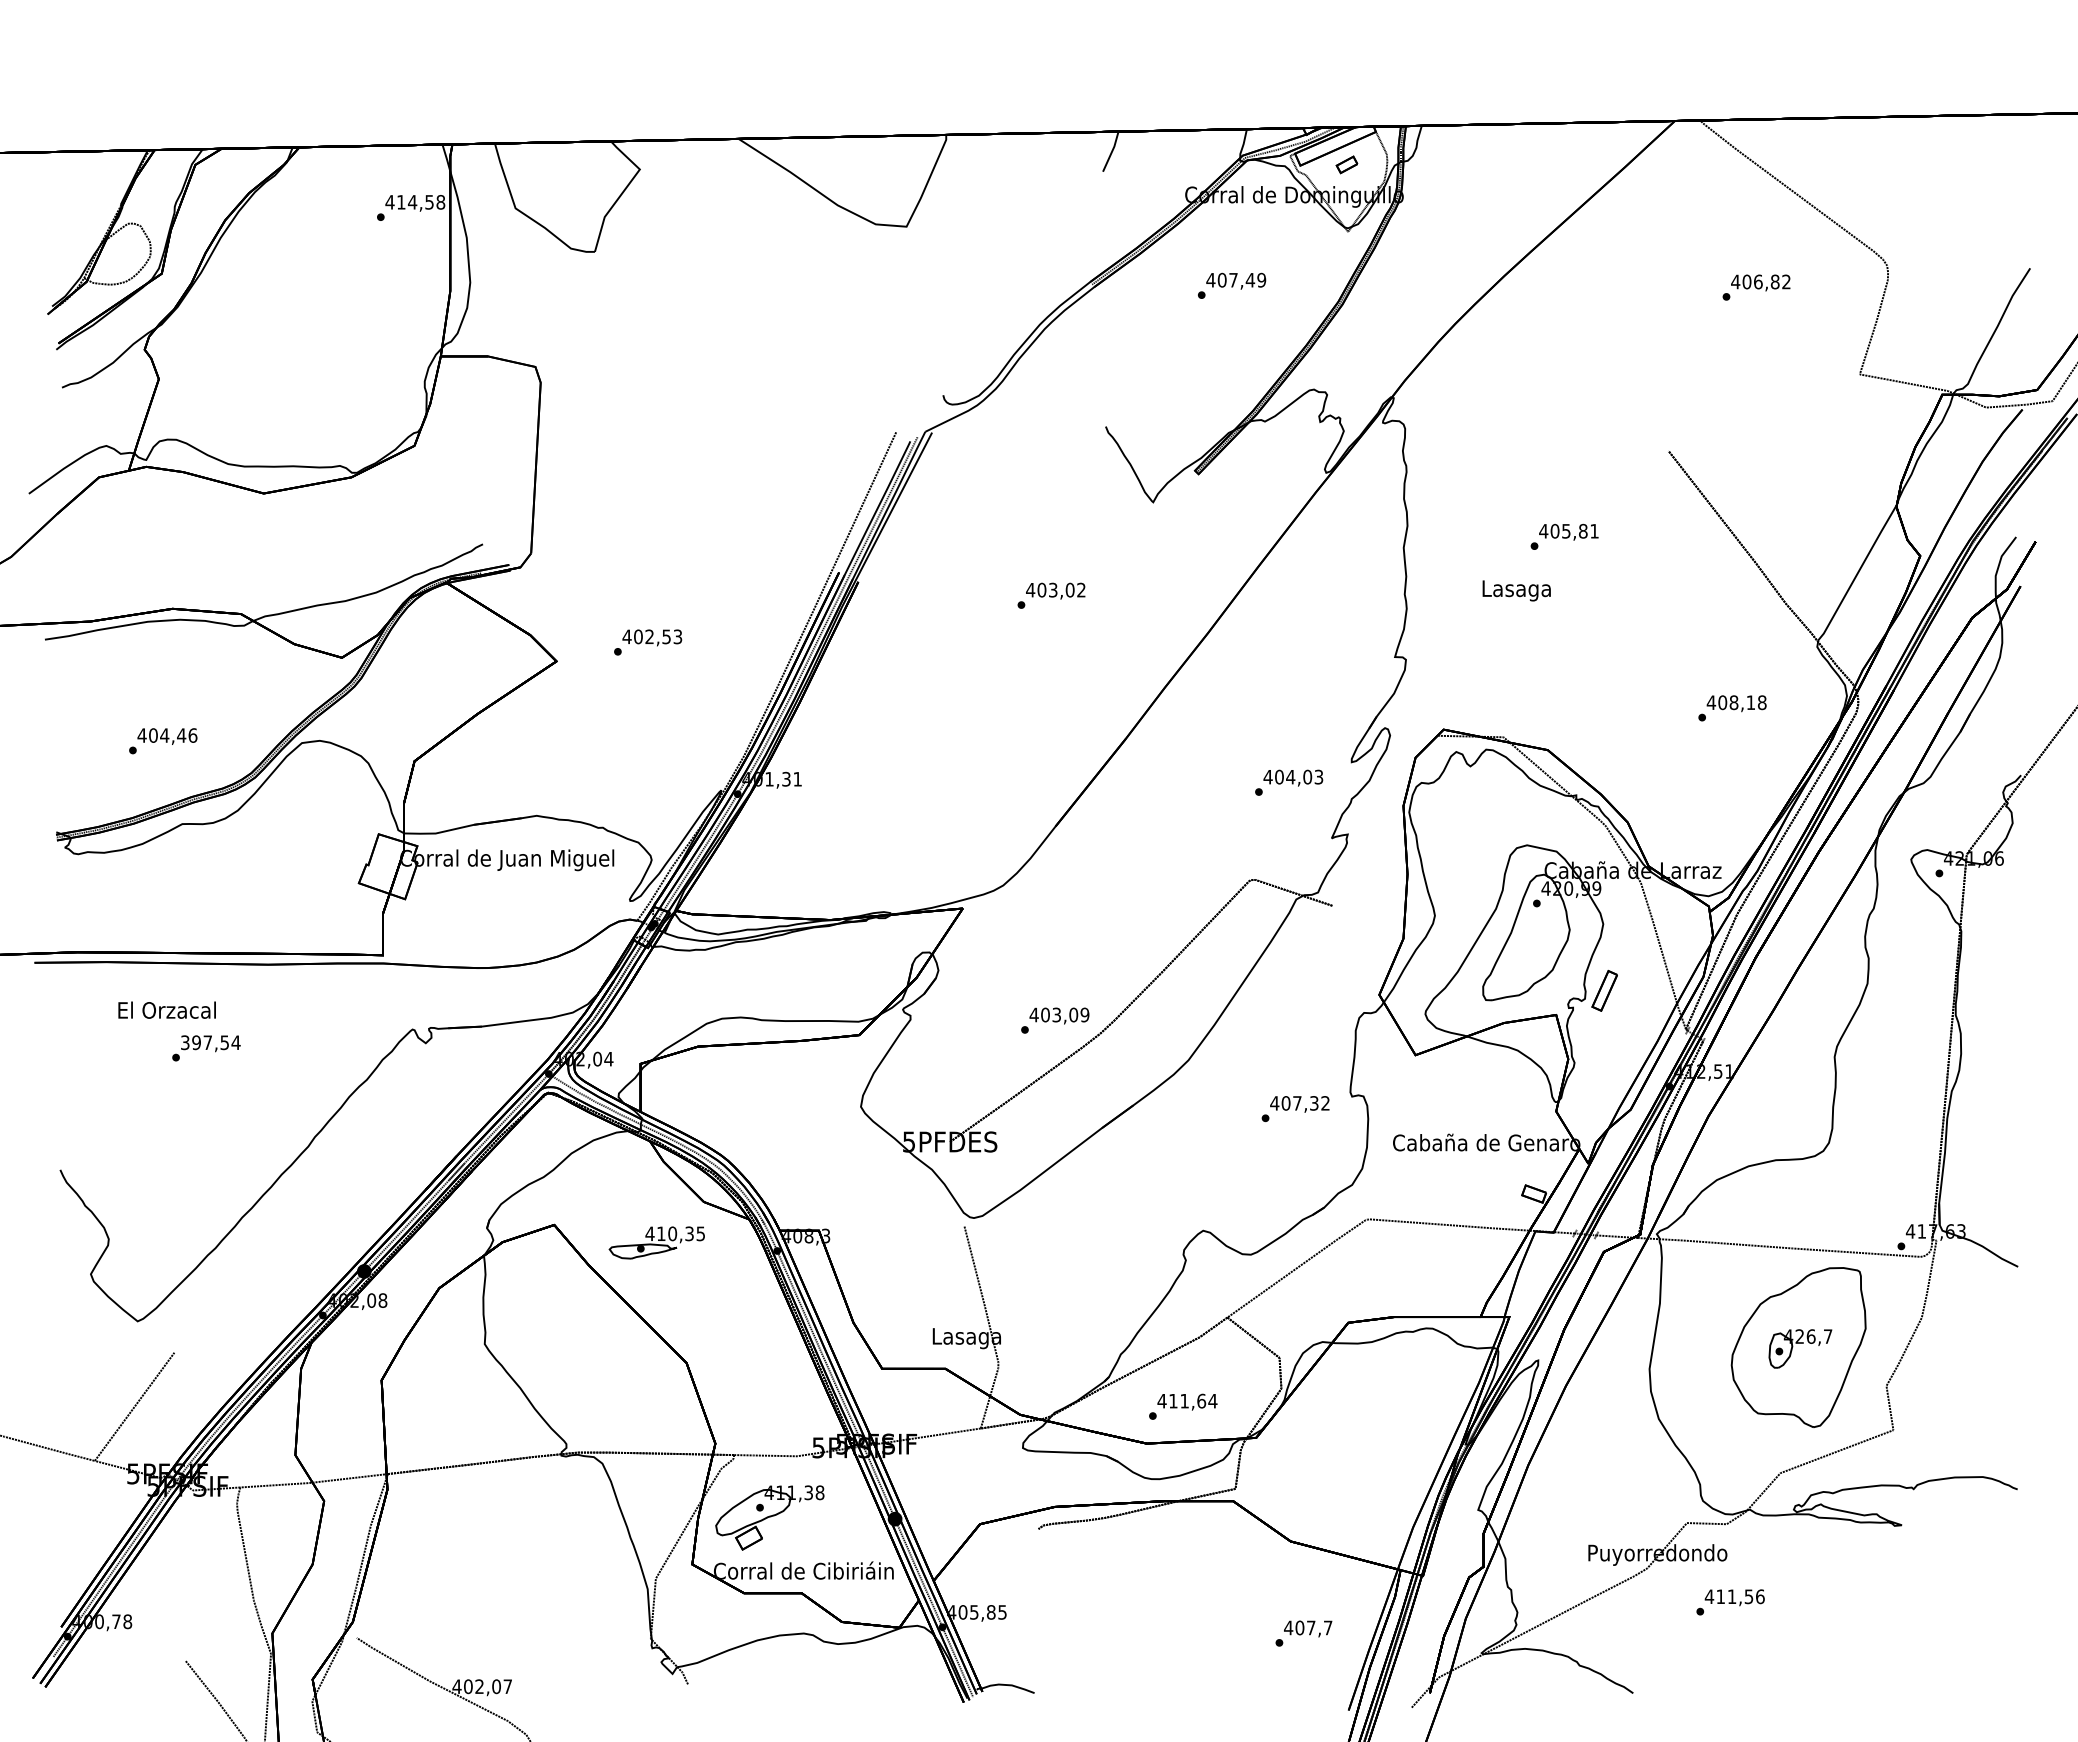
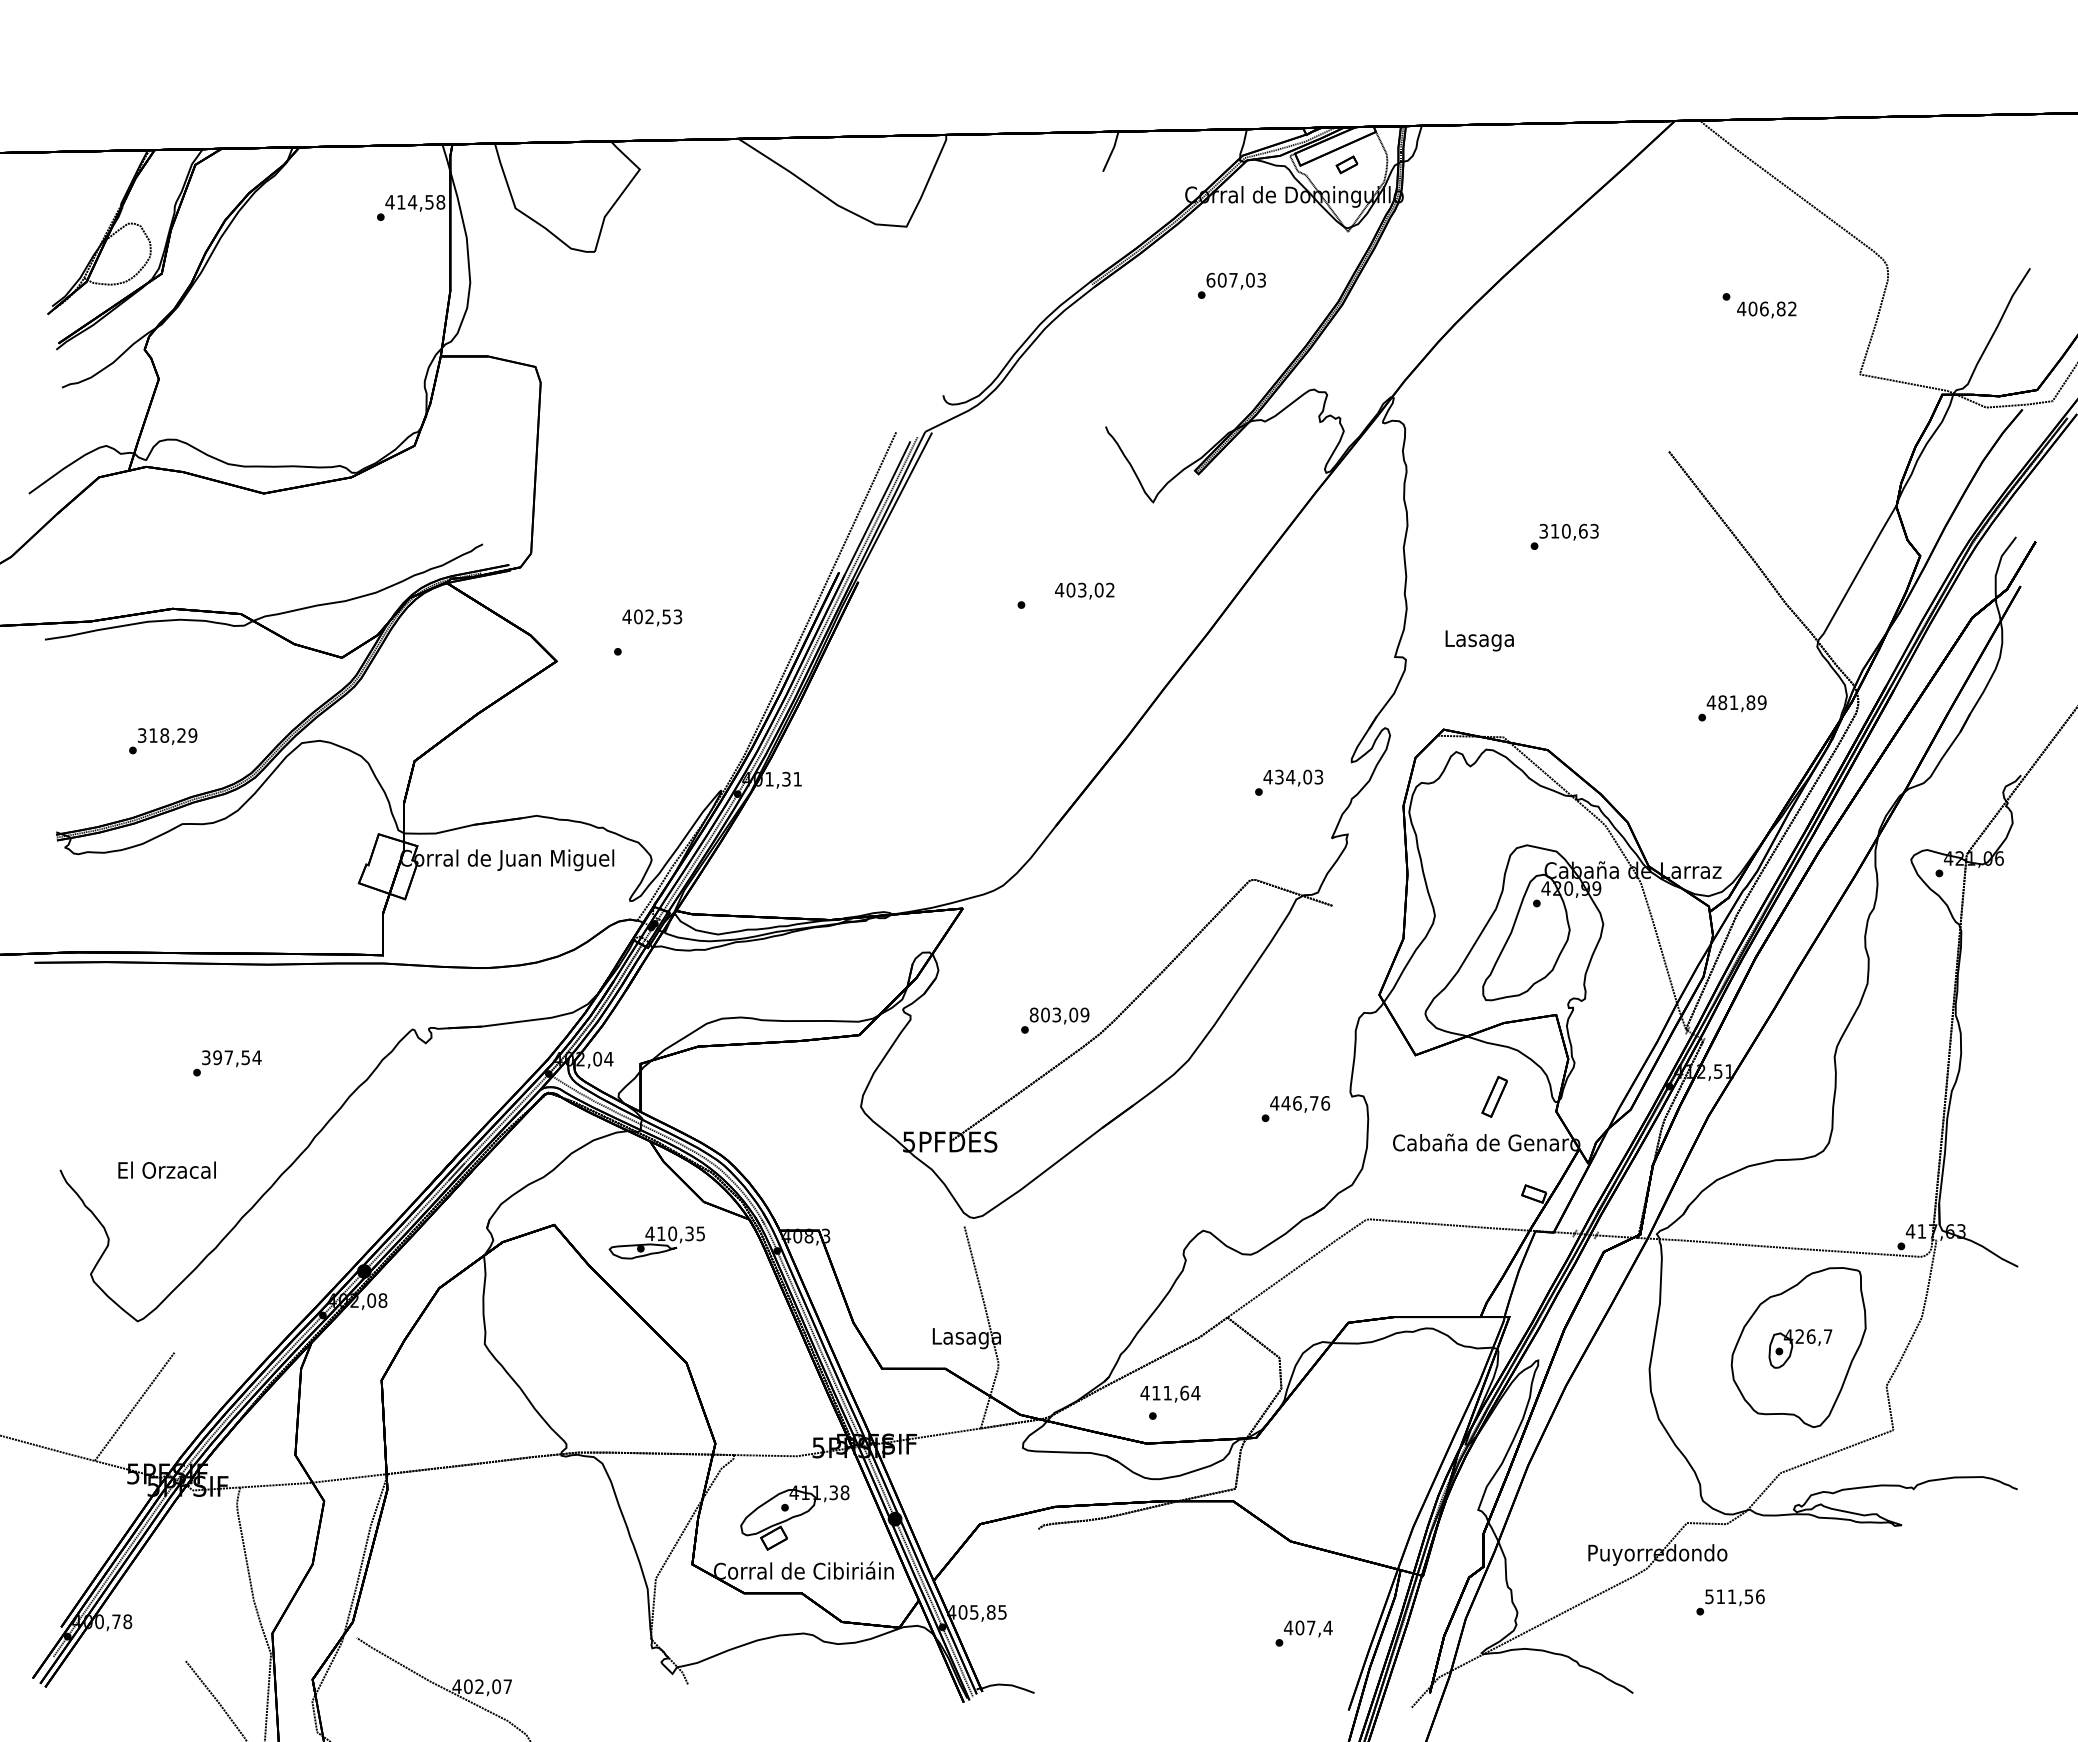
text at (1236, 279): 407,49 -> 607,03
text at (1760, 282) position: (1760, 282) -> (1766, 309)
text at (1568, 530): 405,81 -> 310,63
text at (1055, 590) position: (1055, 590) -> (1084, 590)
text at (1516, 590) position: (1516, 590) -> (1479, 640)
text at (652, 637) position: (652, 637) -> (652, 617)
text at (1742, 702): 408,18 -> 481,89
text at (167, 735): 404,46 -> 318,29
text at (1279, 776): 404,03 -> 434,03
part at (1604, 990) position: (1604, 990) -> (1494, 1096)
text at (166, 1009) position: (166, 1009) -> (166, 1169)
text at (1033, 1014): 403,09 -> 803,09
text at (206, 1048) position: (206, 1048) -> (227, 1063)
text at (1305, 1103): 407,32 -> 446,76
text at (1187, 1401) position: (1187, 1401) -> (1170, 1393)
part at (769, 1517) position: (769, 1517) -> (794, 1517)
text at (1709, 1596): 411,56 -> 511,56
text at (1327, 1627): 407,7 -> 407,4
